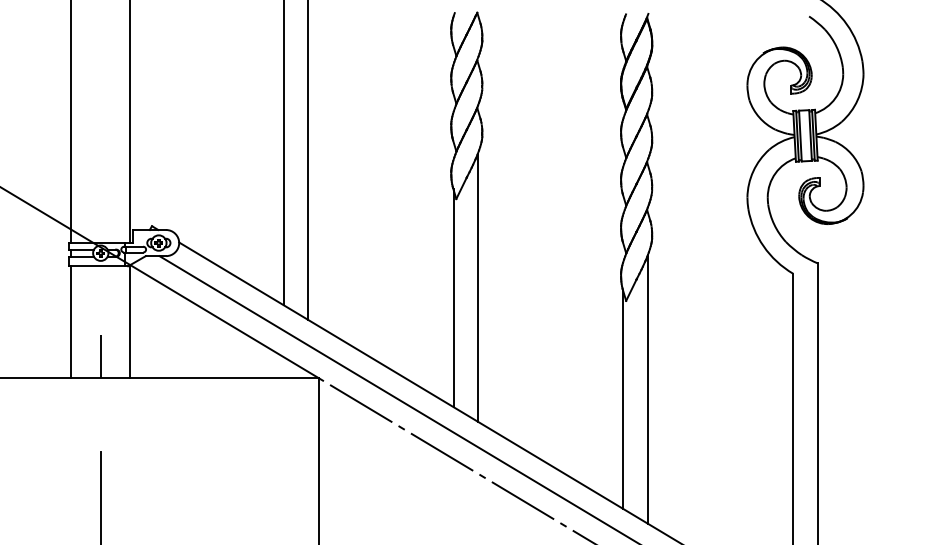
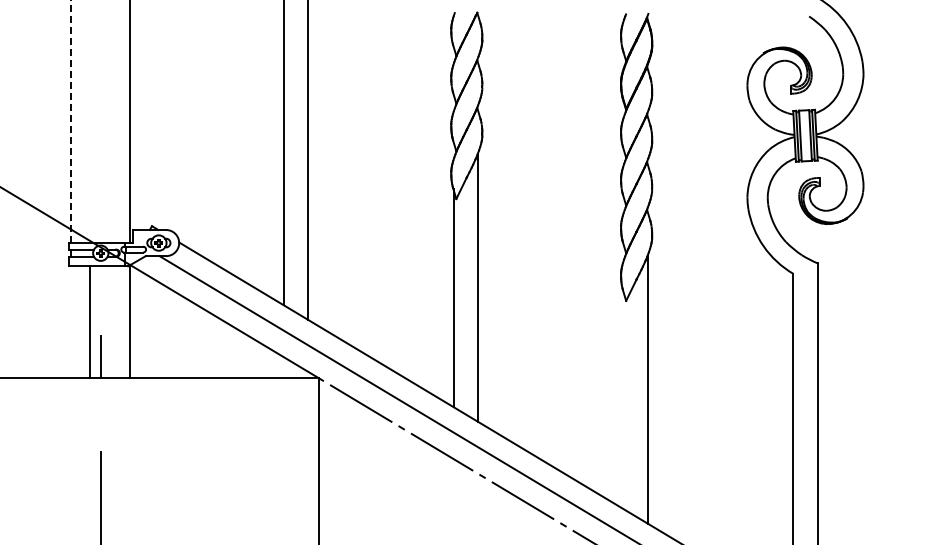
line at (71, 121): solid -> dashed
line at (71, 322) position: (71, 322) -> (90, 322)
line at (623, 399): present -> none
